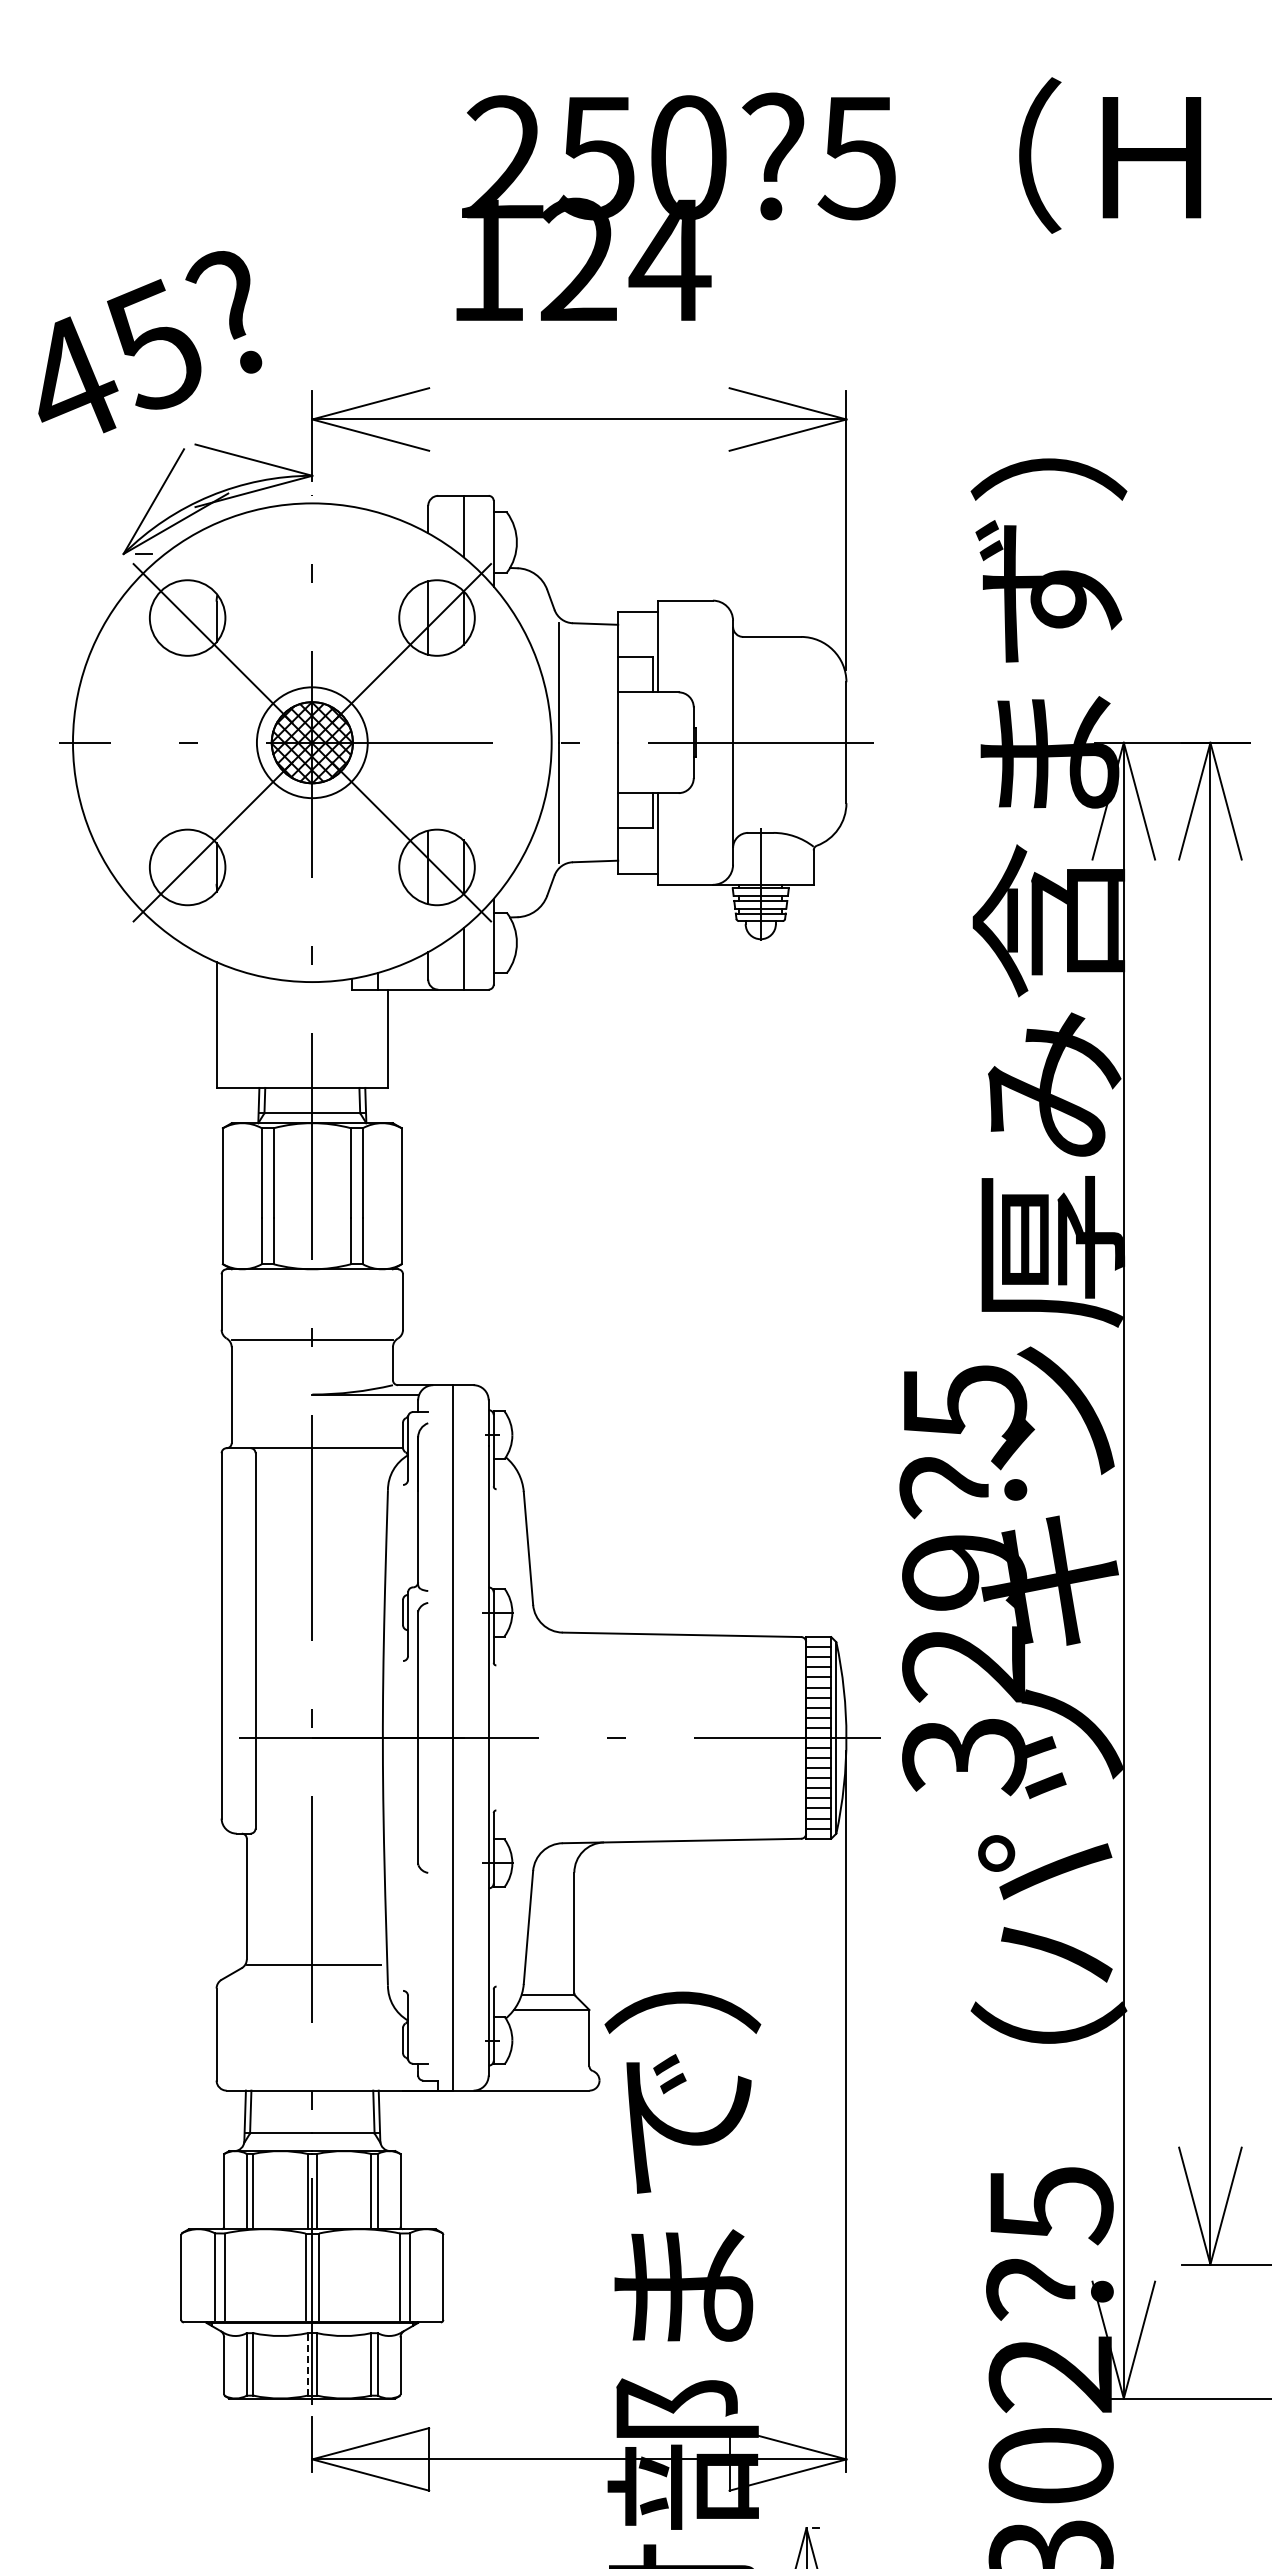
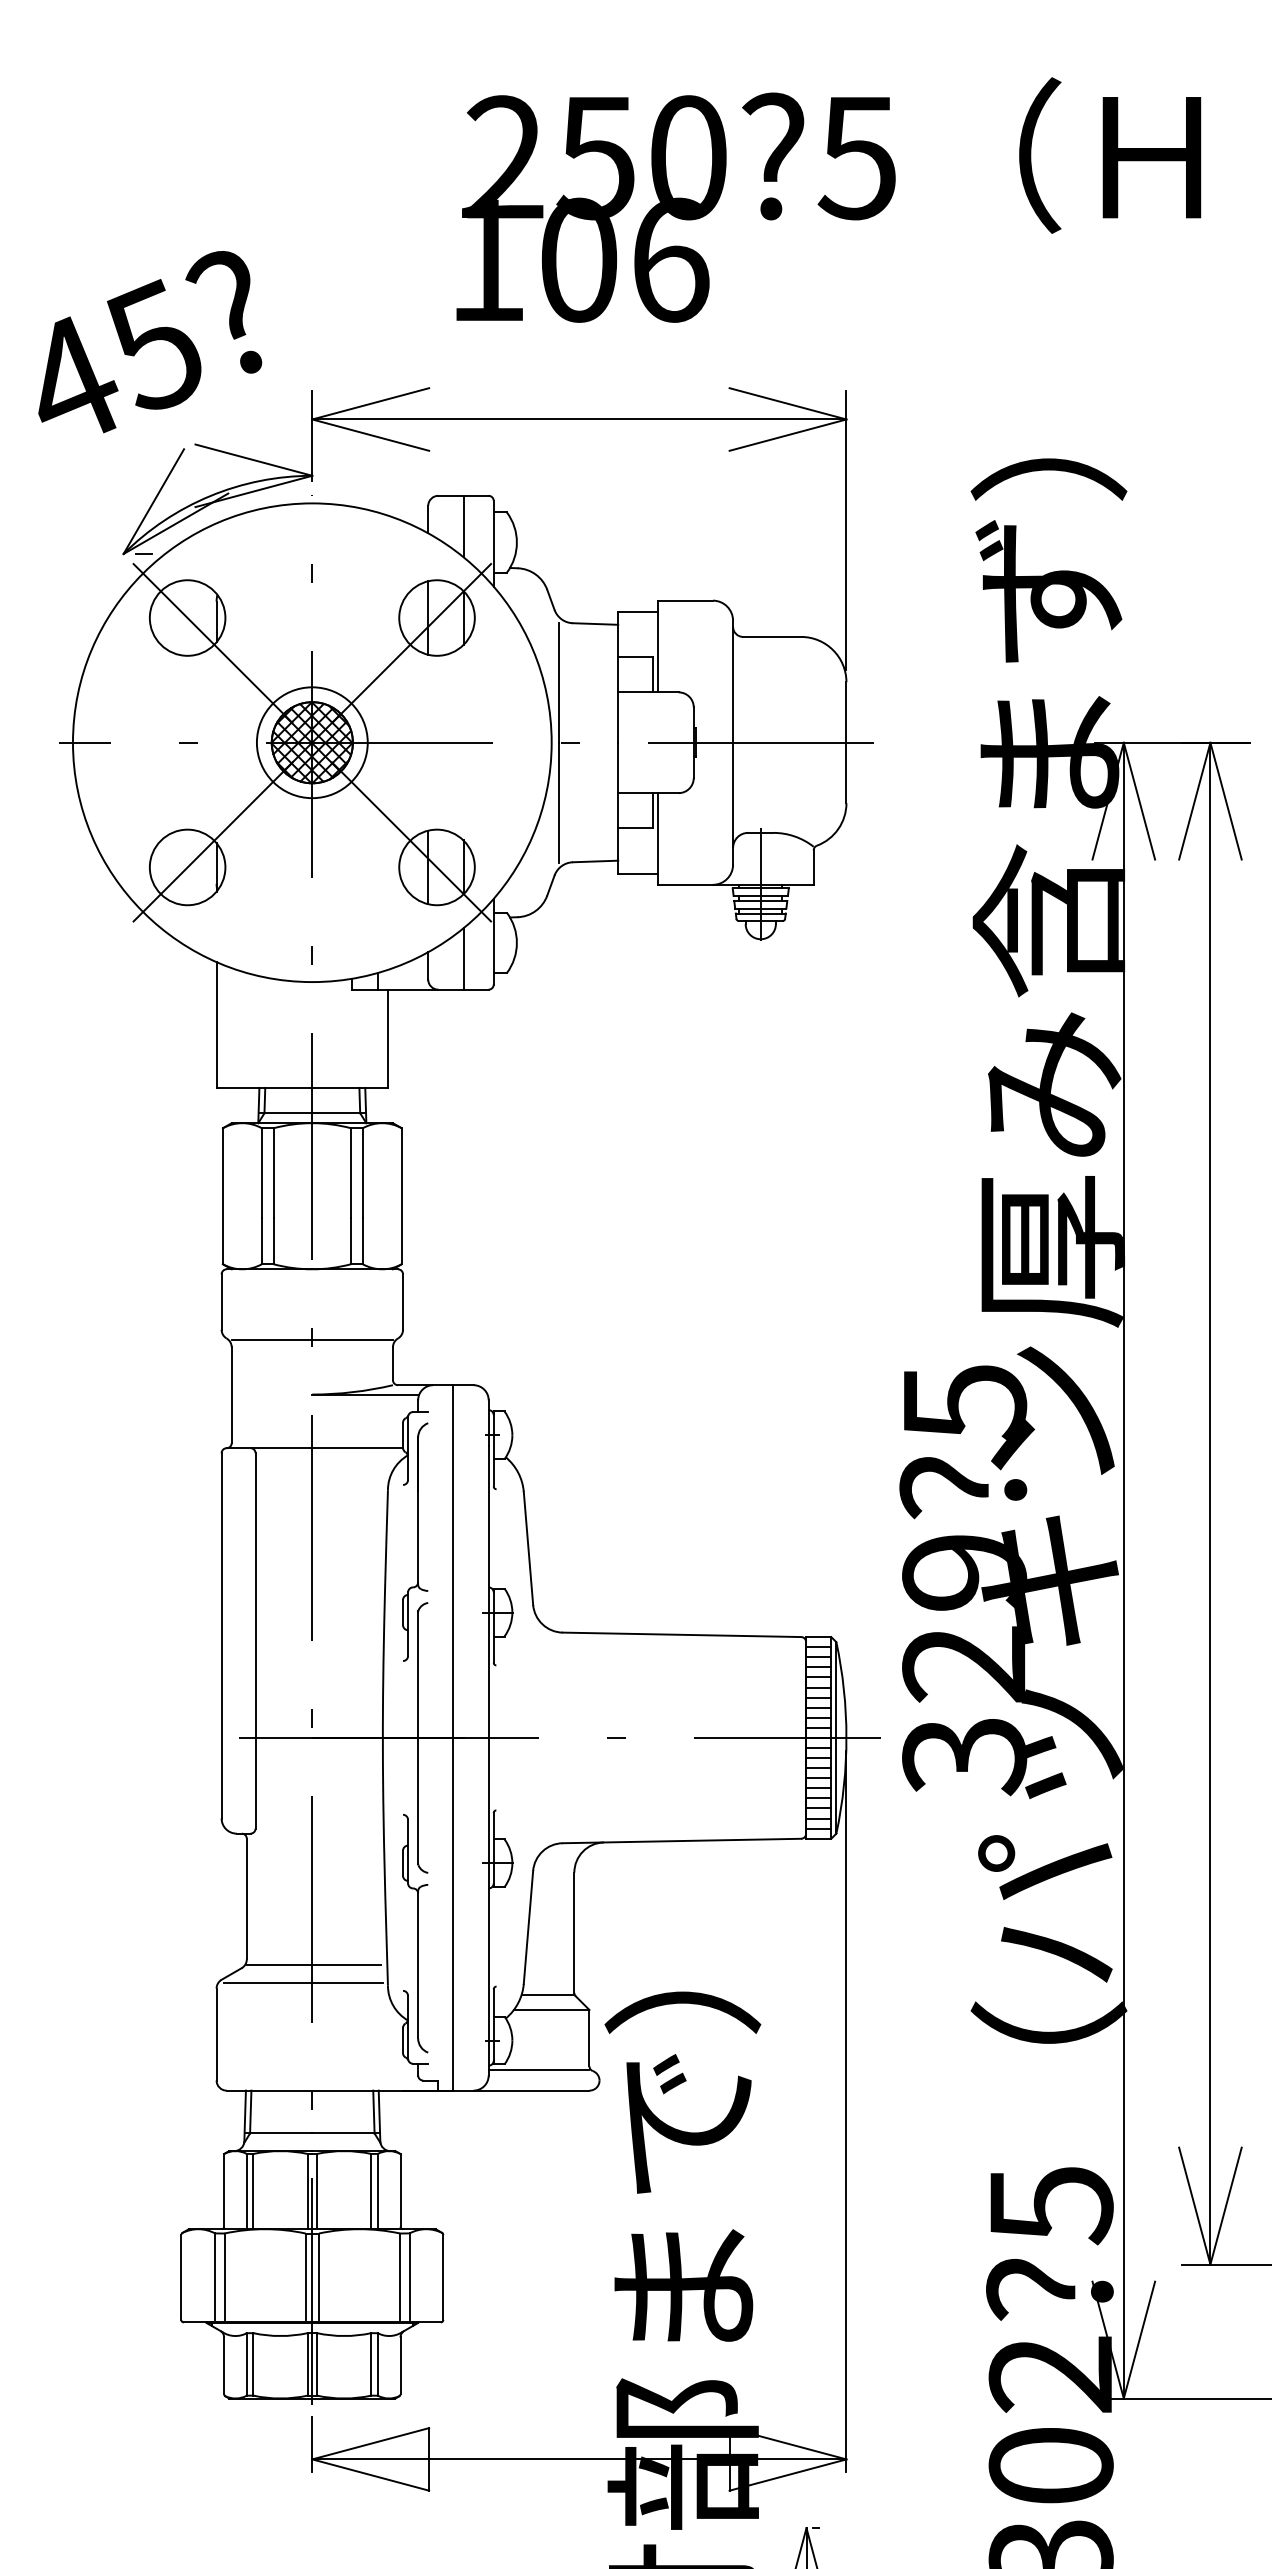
text at (625, 259): 124 -> 106
part at (415, 1933): none -> present
line at (302, 1982): none -> present
line at (538, 2070): none -> present
line at (307, 2363): dashed -> solid
